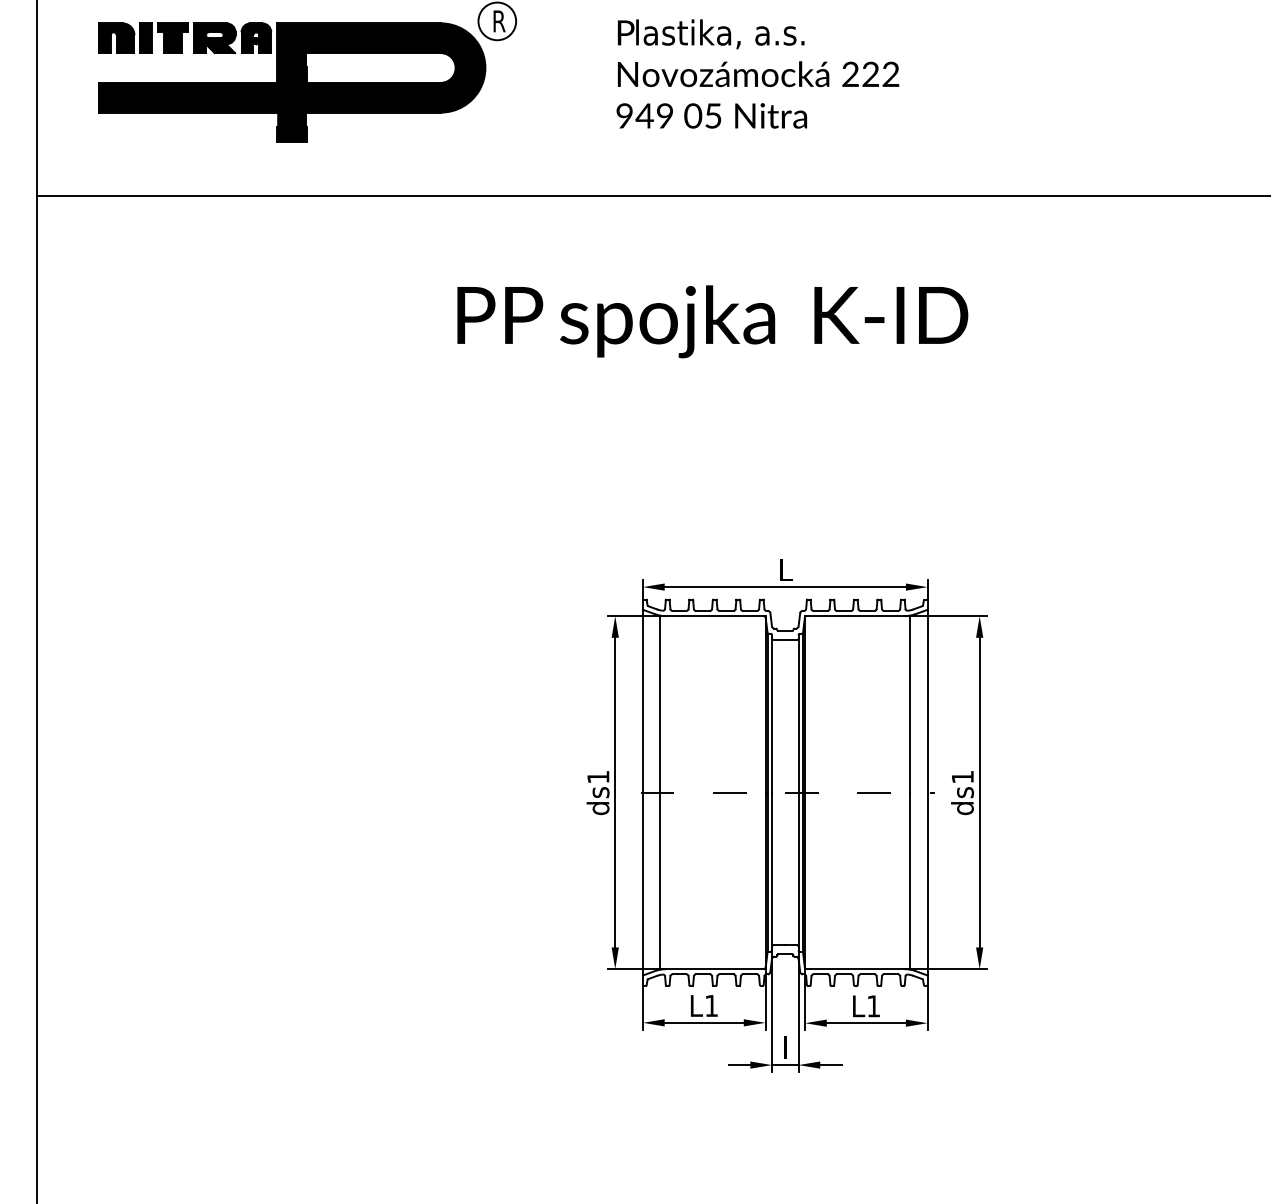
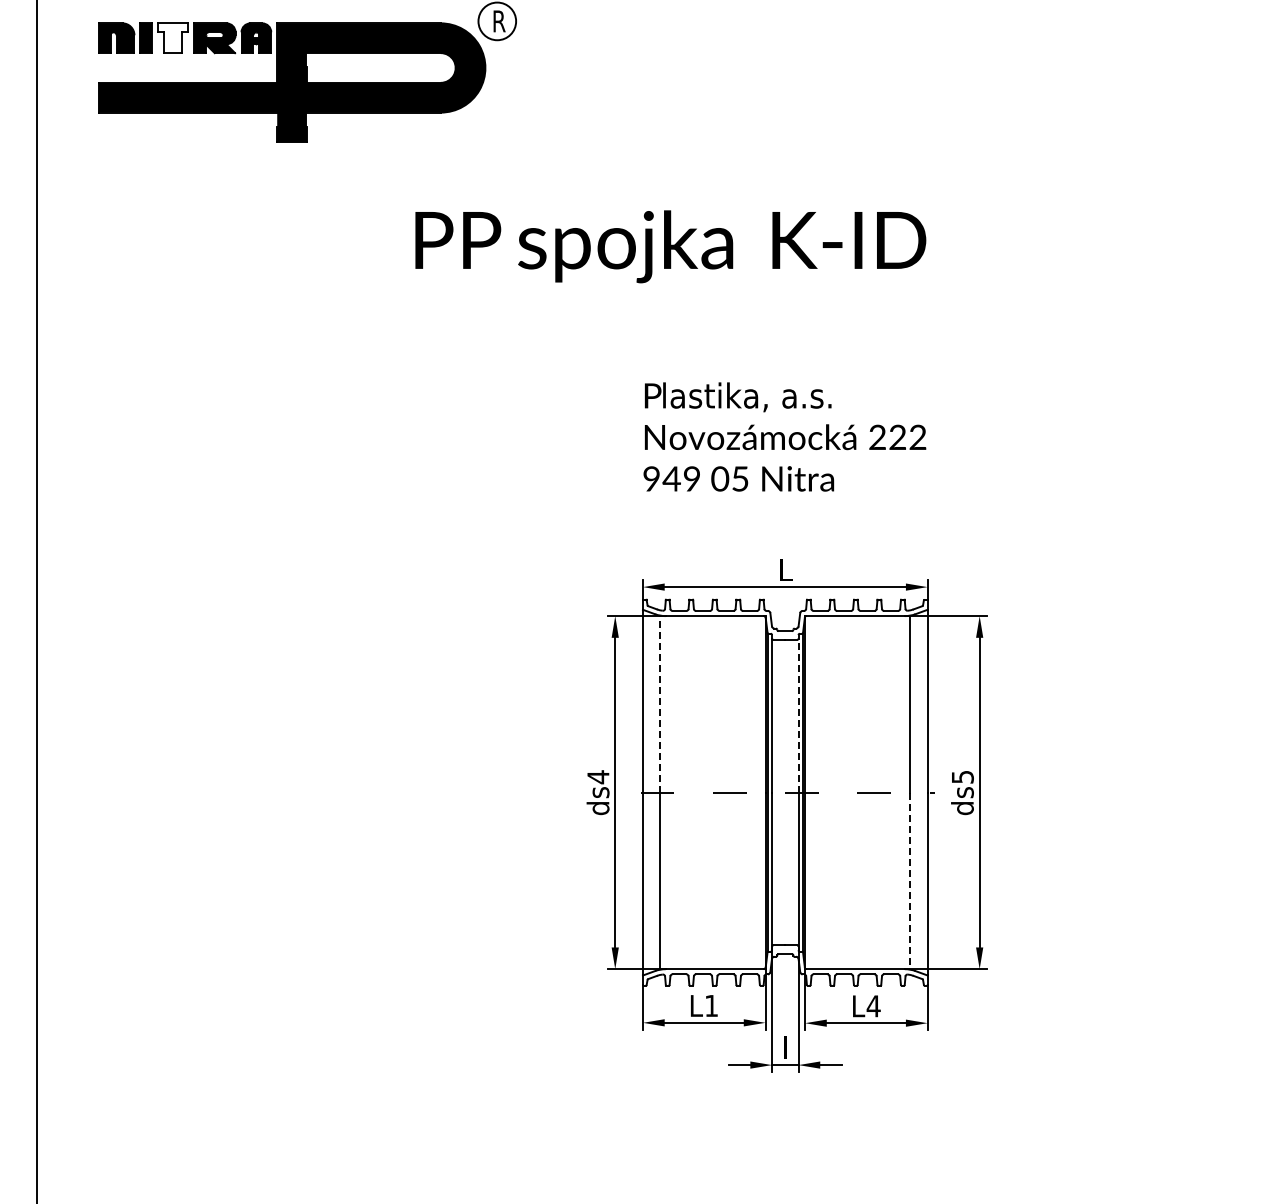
fill at (172, 38): present -> none
text at (757, 73) position: (757, 73) -> (784, 436)
line at (652, 195): present -> none
text at (712, 321) position: (712, 321) -> (670, 246)
line at (660, 703): solid -> dashed
line at (798, 715): solid -> dashed
text at (598, 777): ds1 -> ds4
text at (962, 777): ds1 -> ds5
line at (910, 881): solid -> dashed
text at (873, 1006): L1 -> L4
